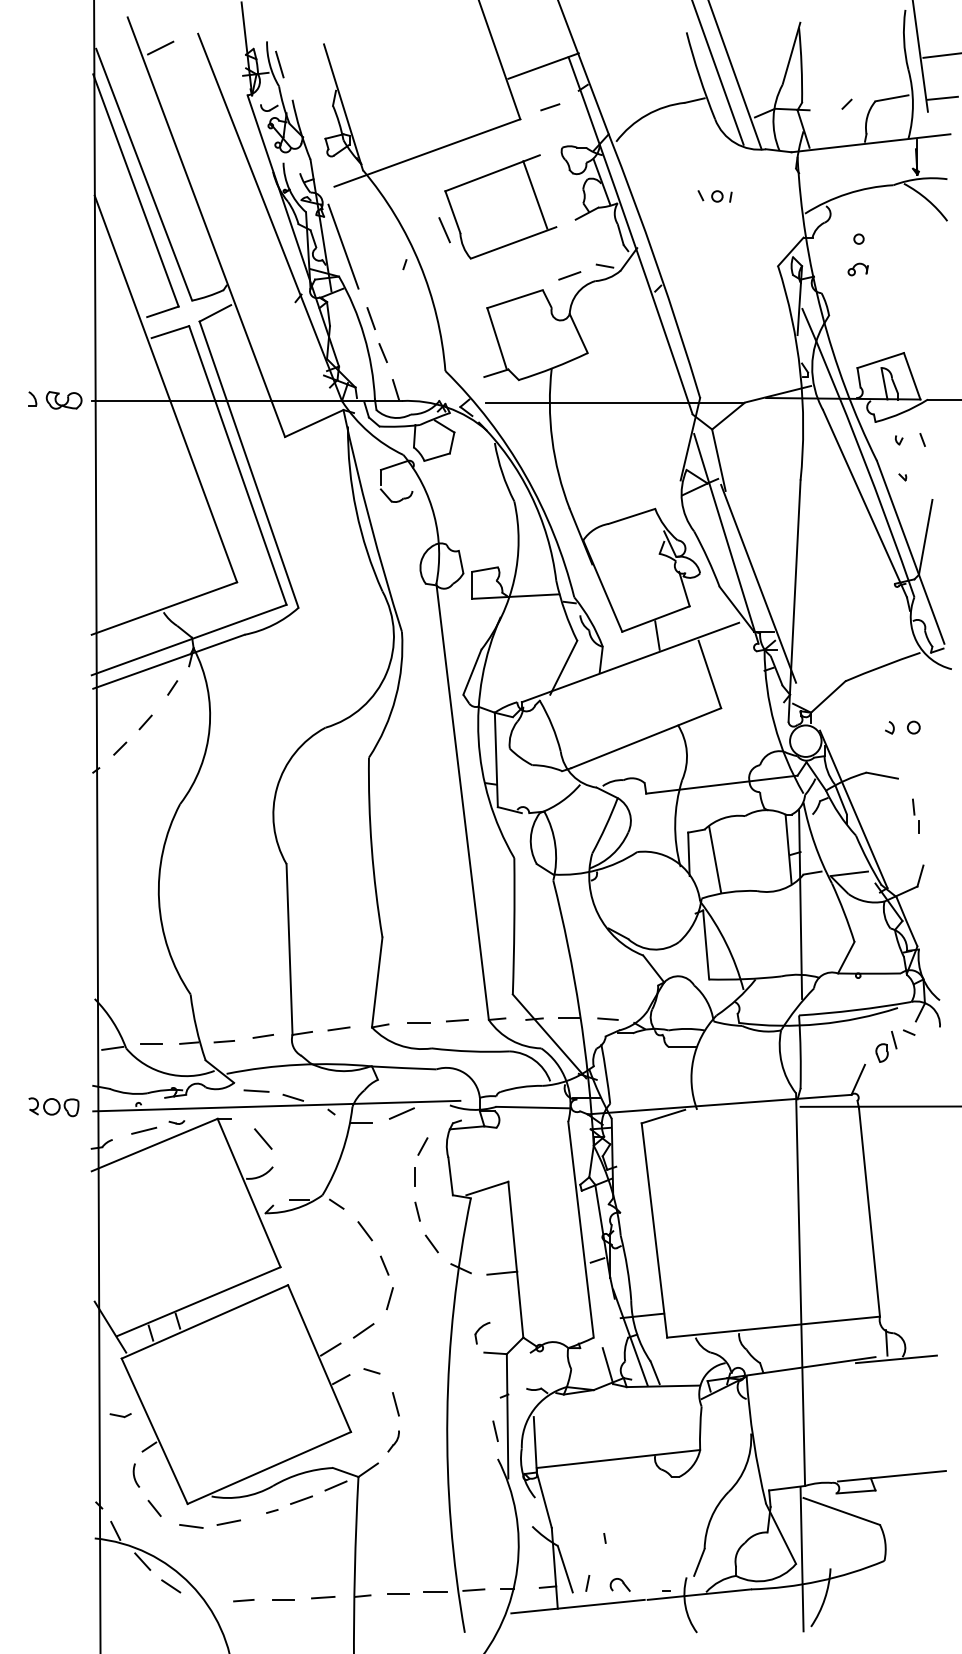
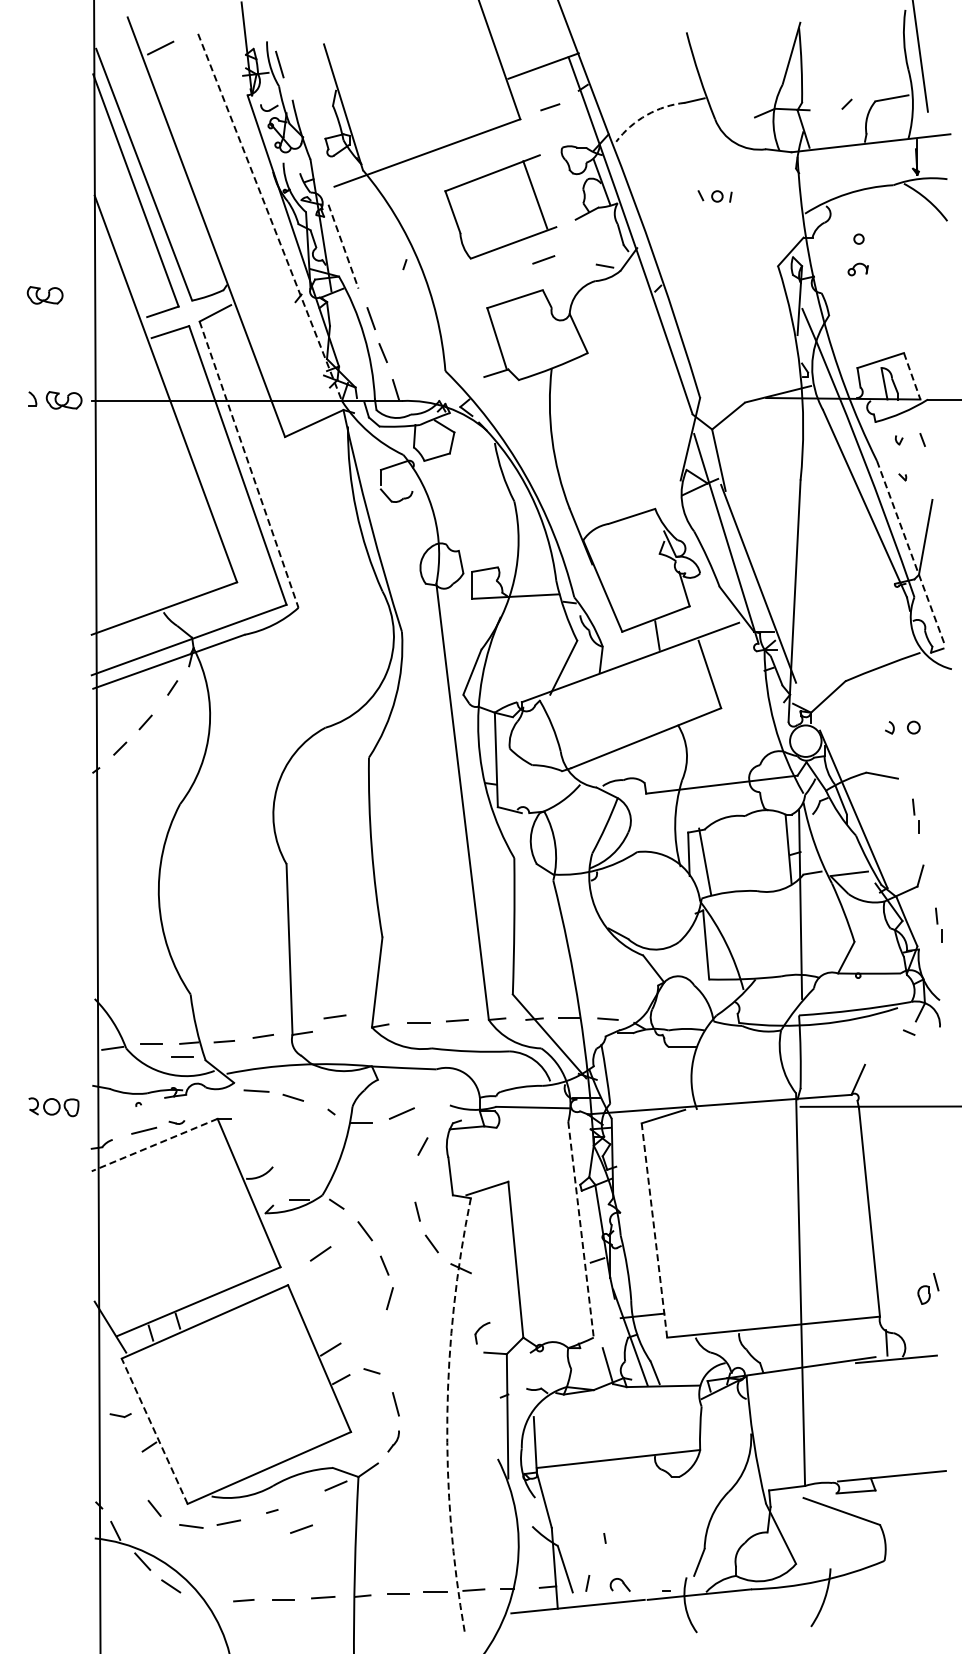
line at (940, 55): present -> none
line at (717, 73): present -> none
line at (735, 75): present -> none
line at (942, 97): present -> none
arc at (646, 115): solid -> dashed
line at (270, 217): solid -> dashed
line at (444, 230): present -> none
line at (343, 246): solid -> dashed
line at (569, 275) position: (569, 275) -> (543, 259)
part at (44, 295): none -> present
line at (912, 376): solid -> dashed
line at (614, 402): present -> none
line at (249, 465): solid -> dashed
line at (910, 552): solid -> dashed
line at (715, 859) position: (715, 859) -> (705, 861)
part at (938, 924): none -> present
line at (338, 1028) position: (338, 1028) -> (334, 1016)
part at (886, 1046) position: (886, 1046) -> (928, 1288)
line at (182, 1056): none -> present
line at (276, 1105): present -> none
line at (263, 1138): present -> none
line at (154, 1145): solid -> dashed
line at (414, 1176): present -> none
line at (581, 1229): solid -> dashed
line at (654, 1230): solid -> dashed
line at (502, 1272): present -> none
line at (363, 1330) position: (363, 1330) -> (320, 1253)
arc at (447, 1415): solid -> dashed
line at (495, 1430): present -> none
line at (154, 1431): solid -> dashed
arc at (135, 1476): present -> none
line at (301, 1499) position: (301, 1499) -> (301, 1528)
line at (801, 1559): present -> none
